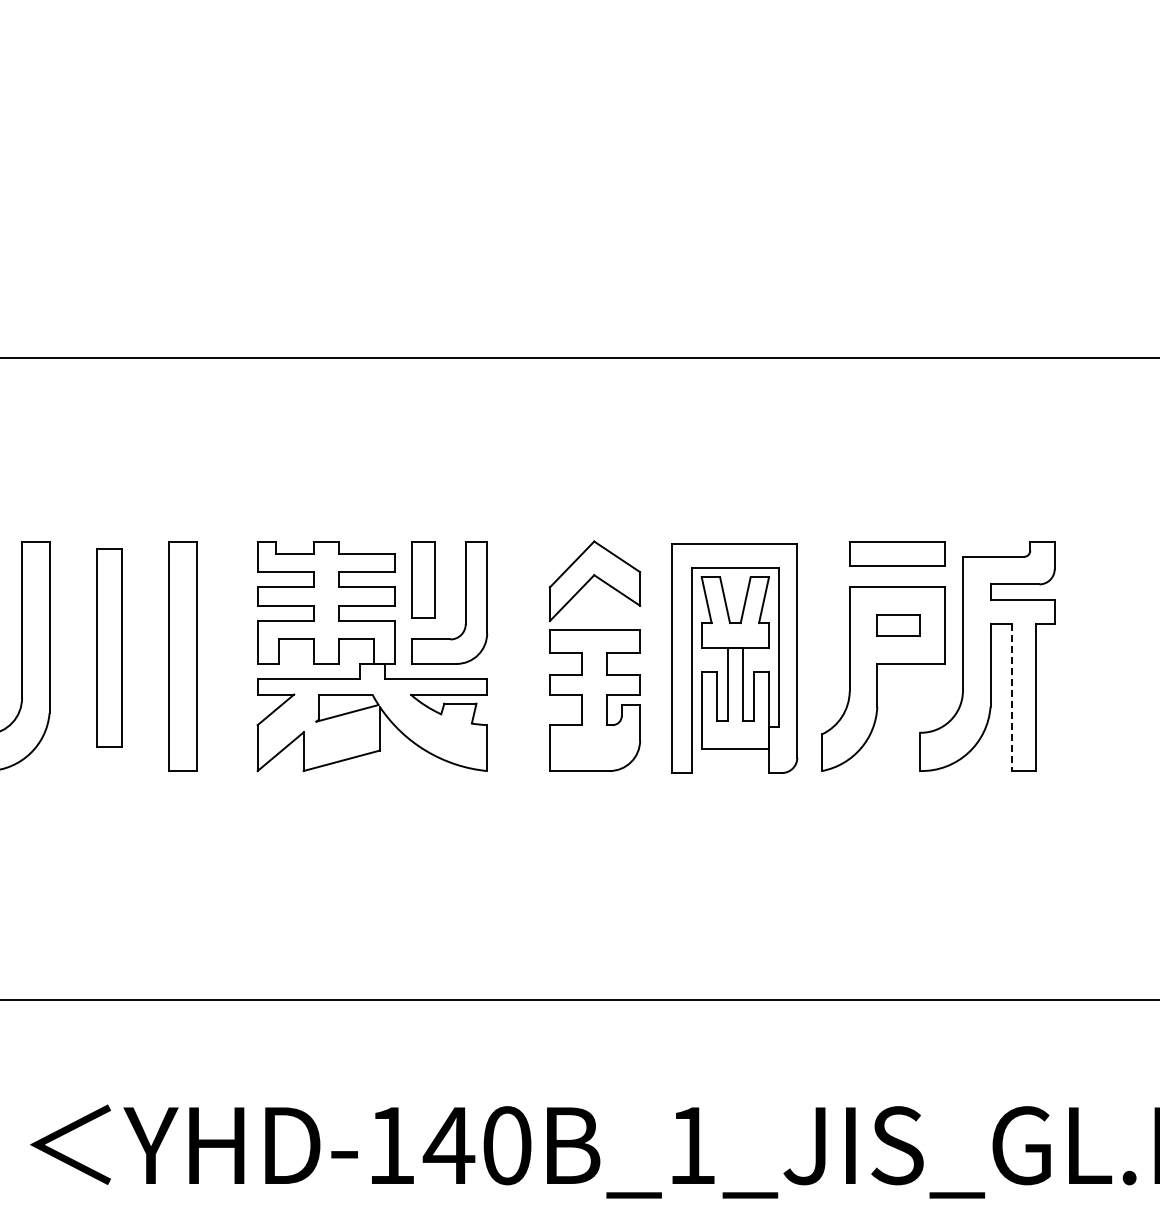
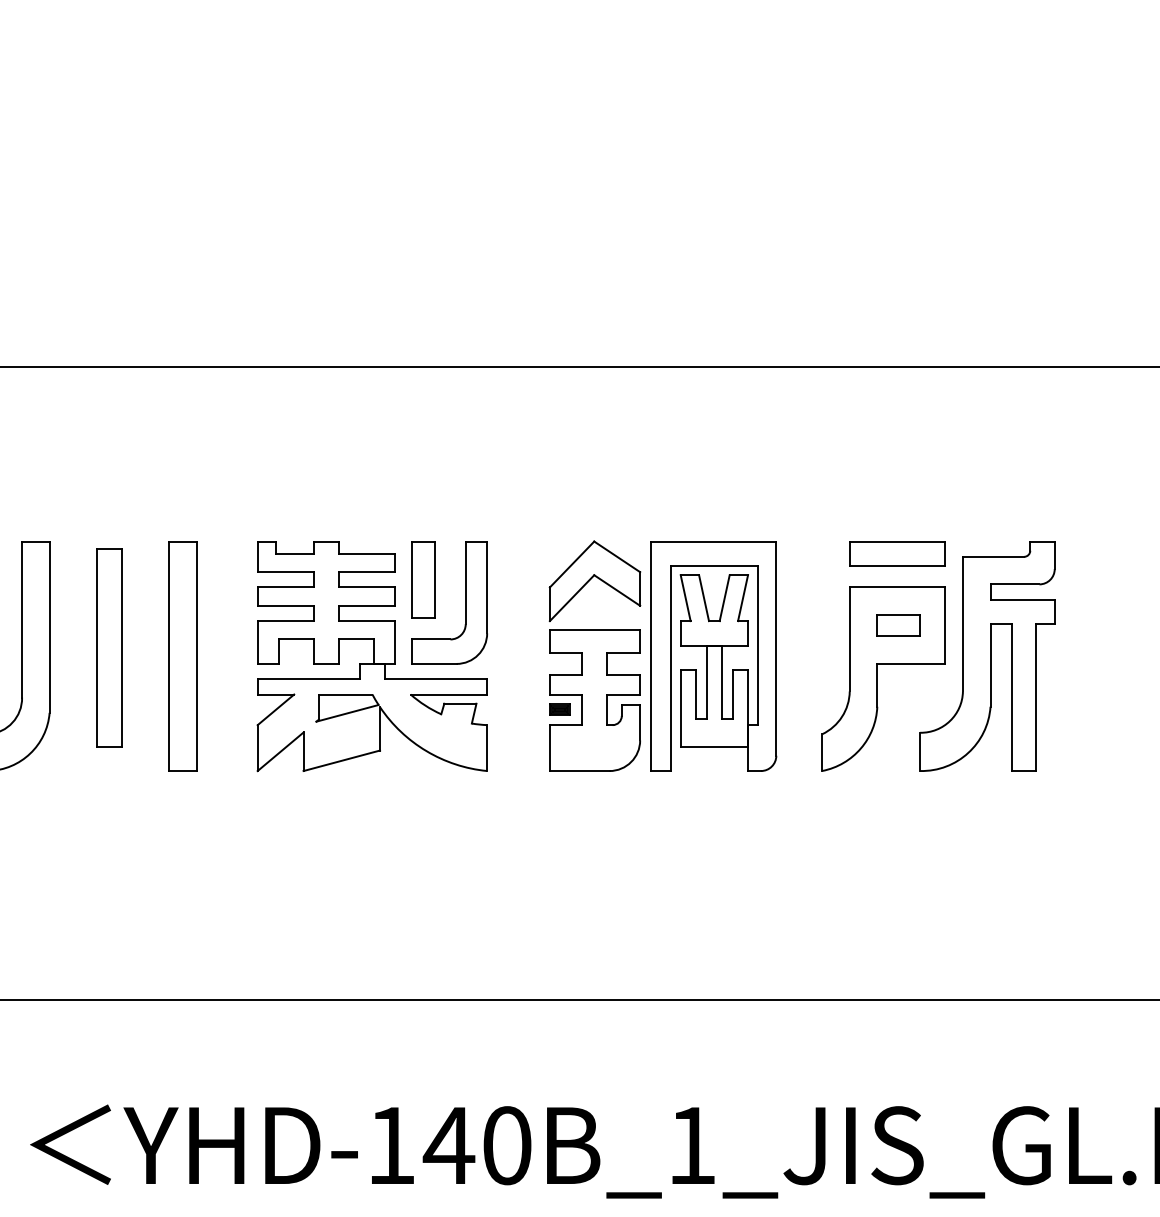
line at (579, 358) position: (579, 358) -> (579, 367)
part at (734, 658) position: (734, 658) -> (713, 656)
line at (1011, 698): dashed -> solid
part at (559, 709): none -> present
